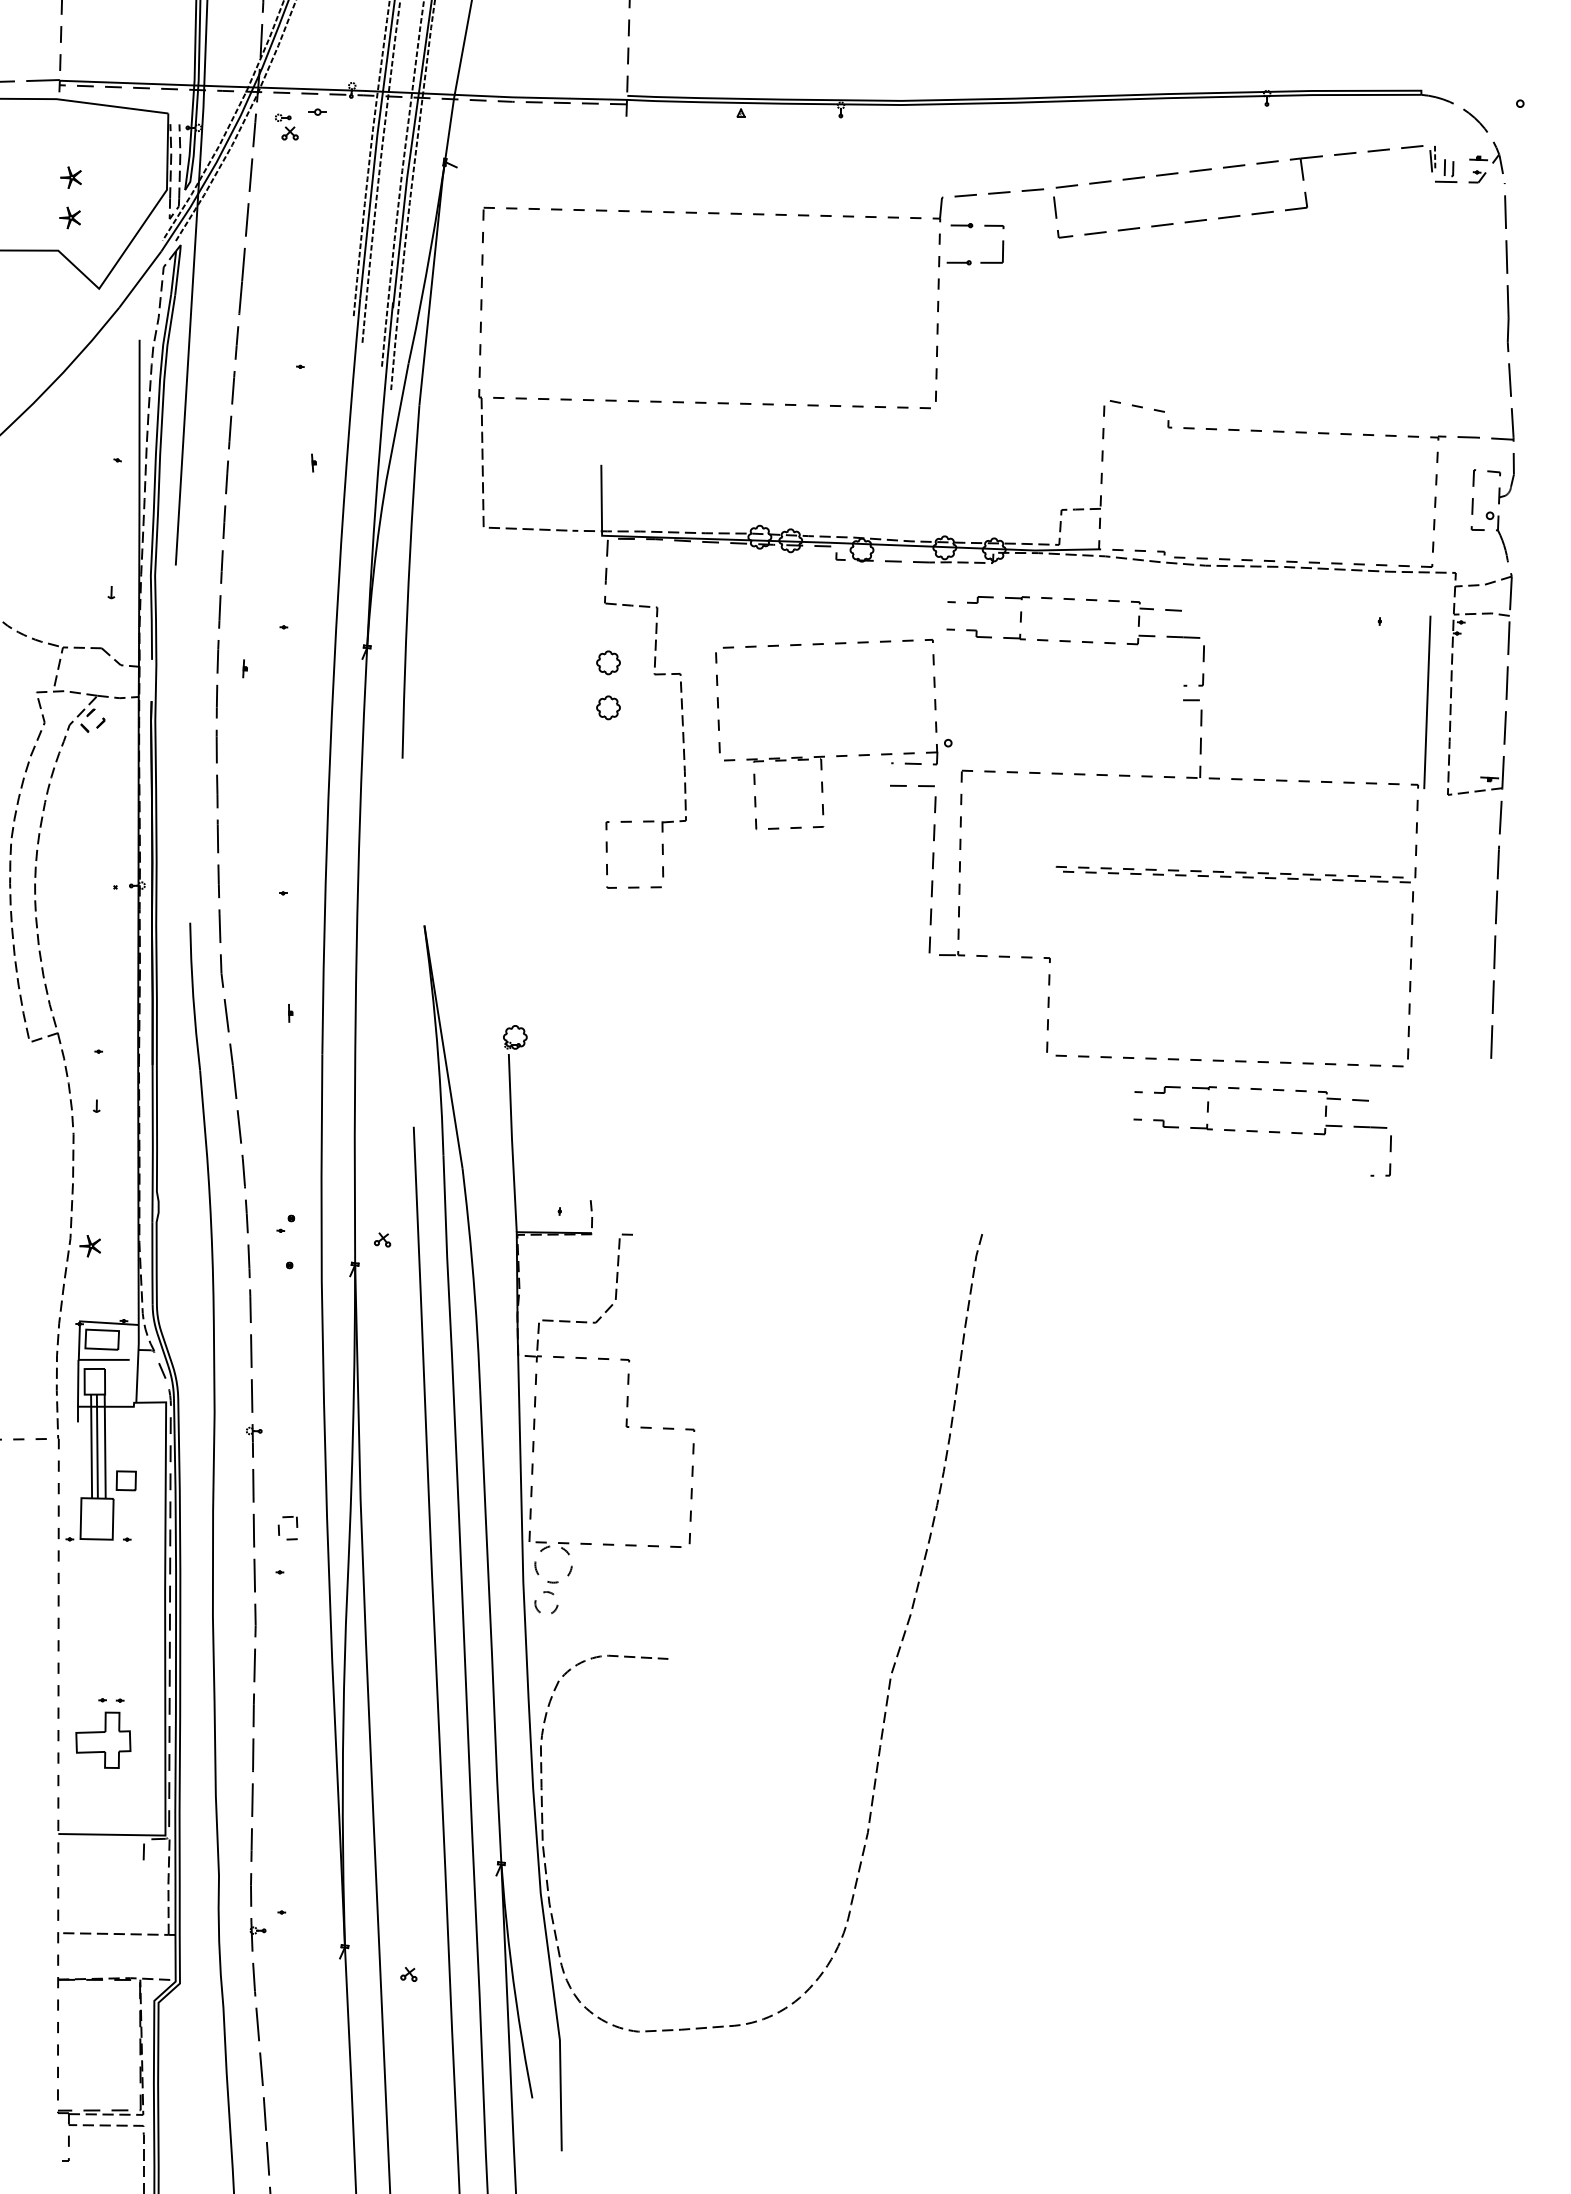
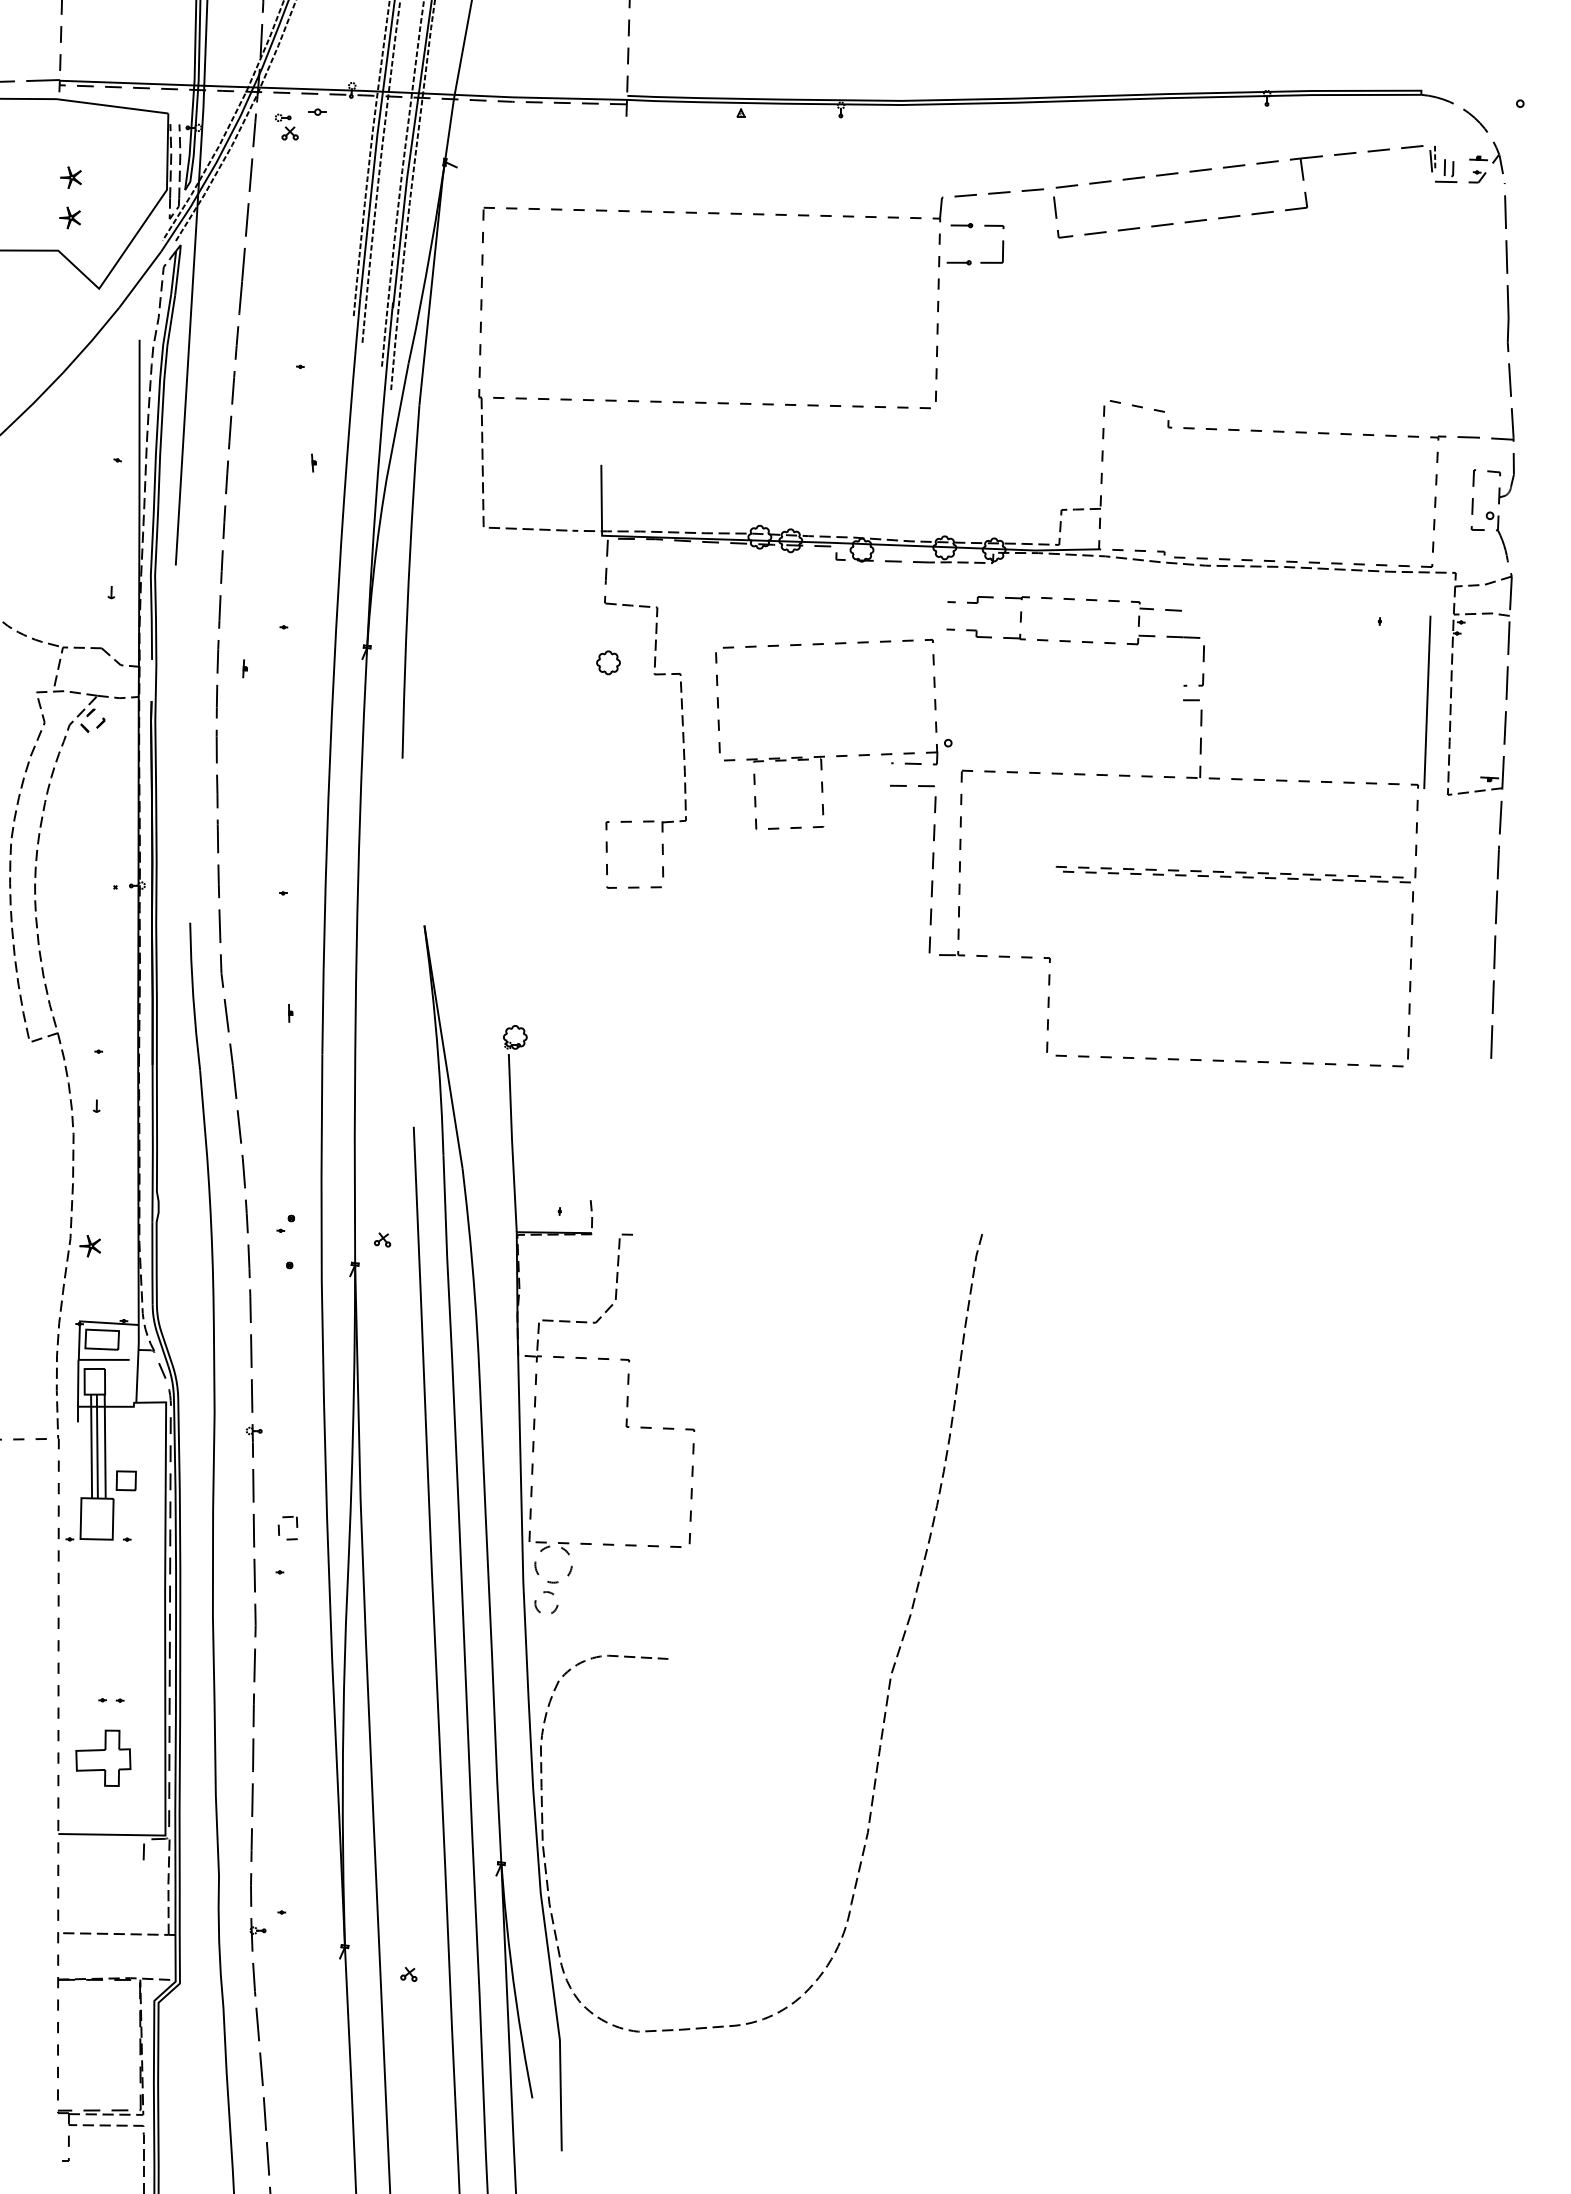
part at (608, 707): present -> none
part at (1262, 1131): present -> none
part at (103, 1739) position: (103, 1739) -> (103, 1757)
